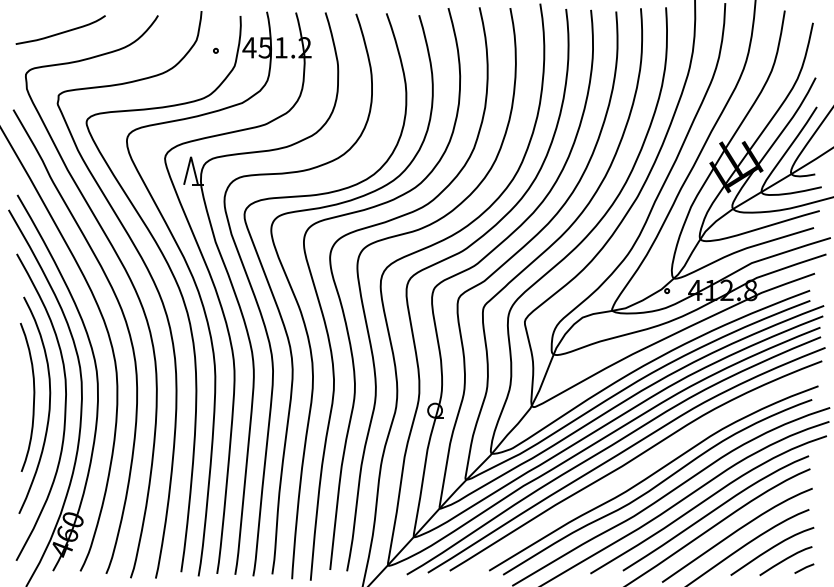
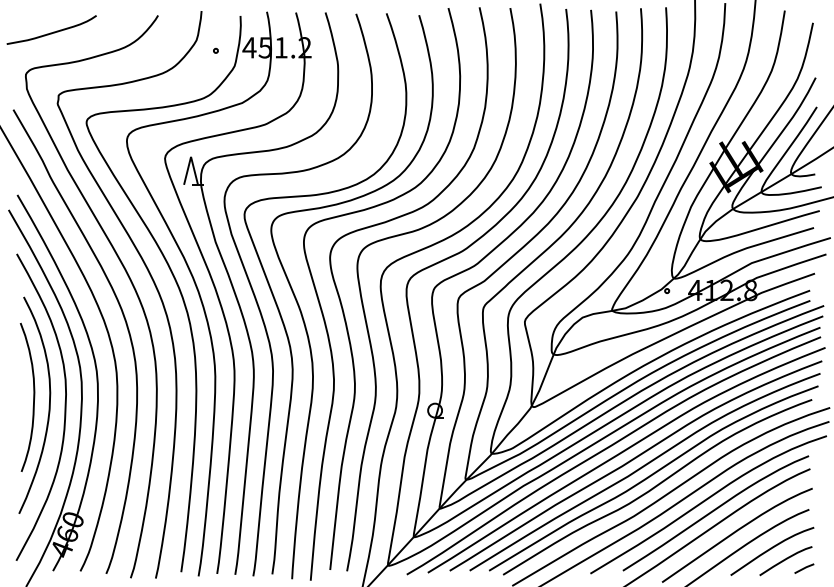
curve at (62, 31) position: (62, 31) -> (53, 31)
curve at (642, 468): none -> present
